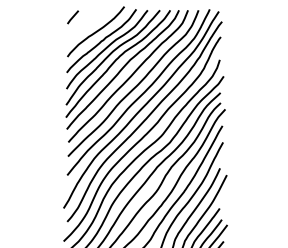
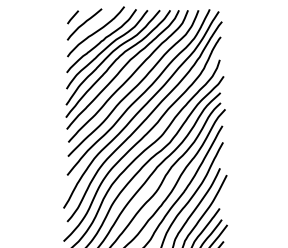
curve at (84, 24): none -> present
